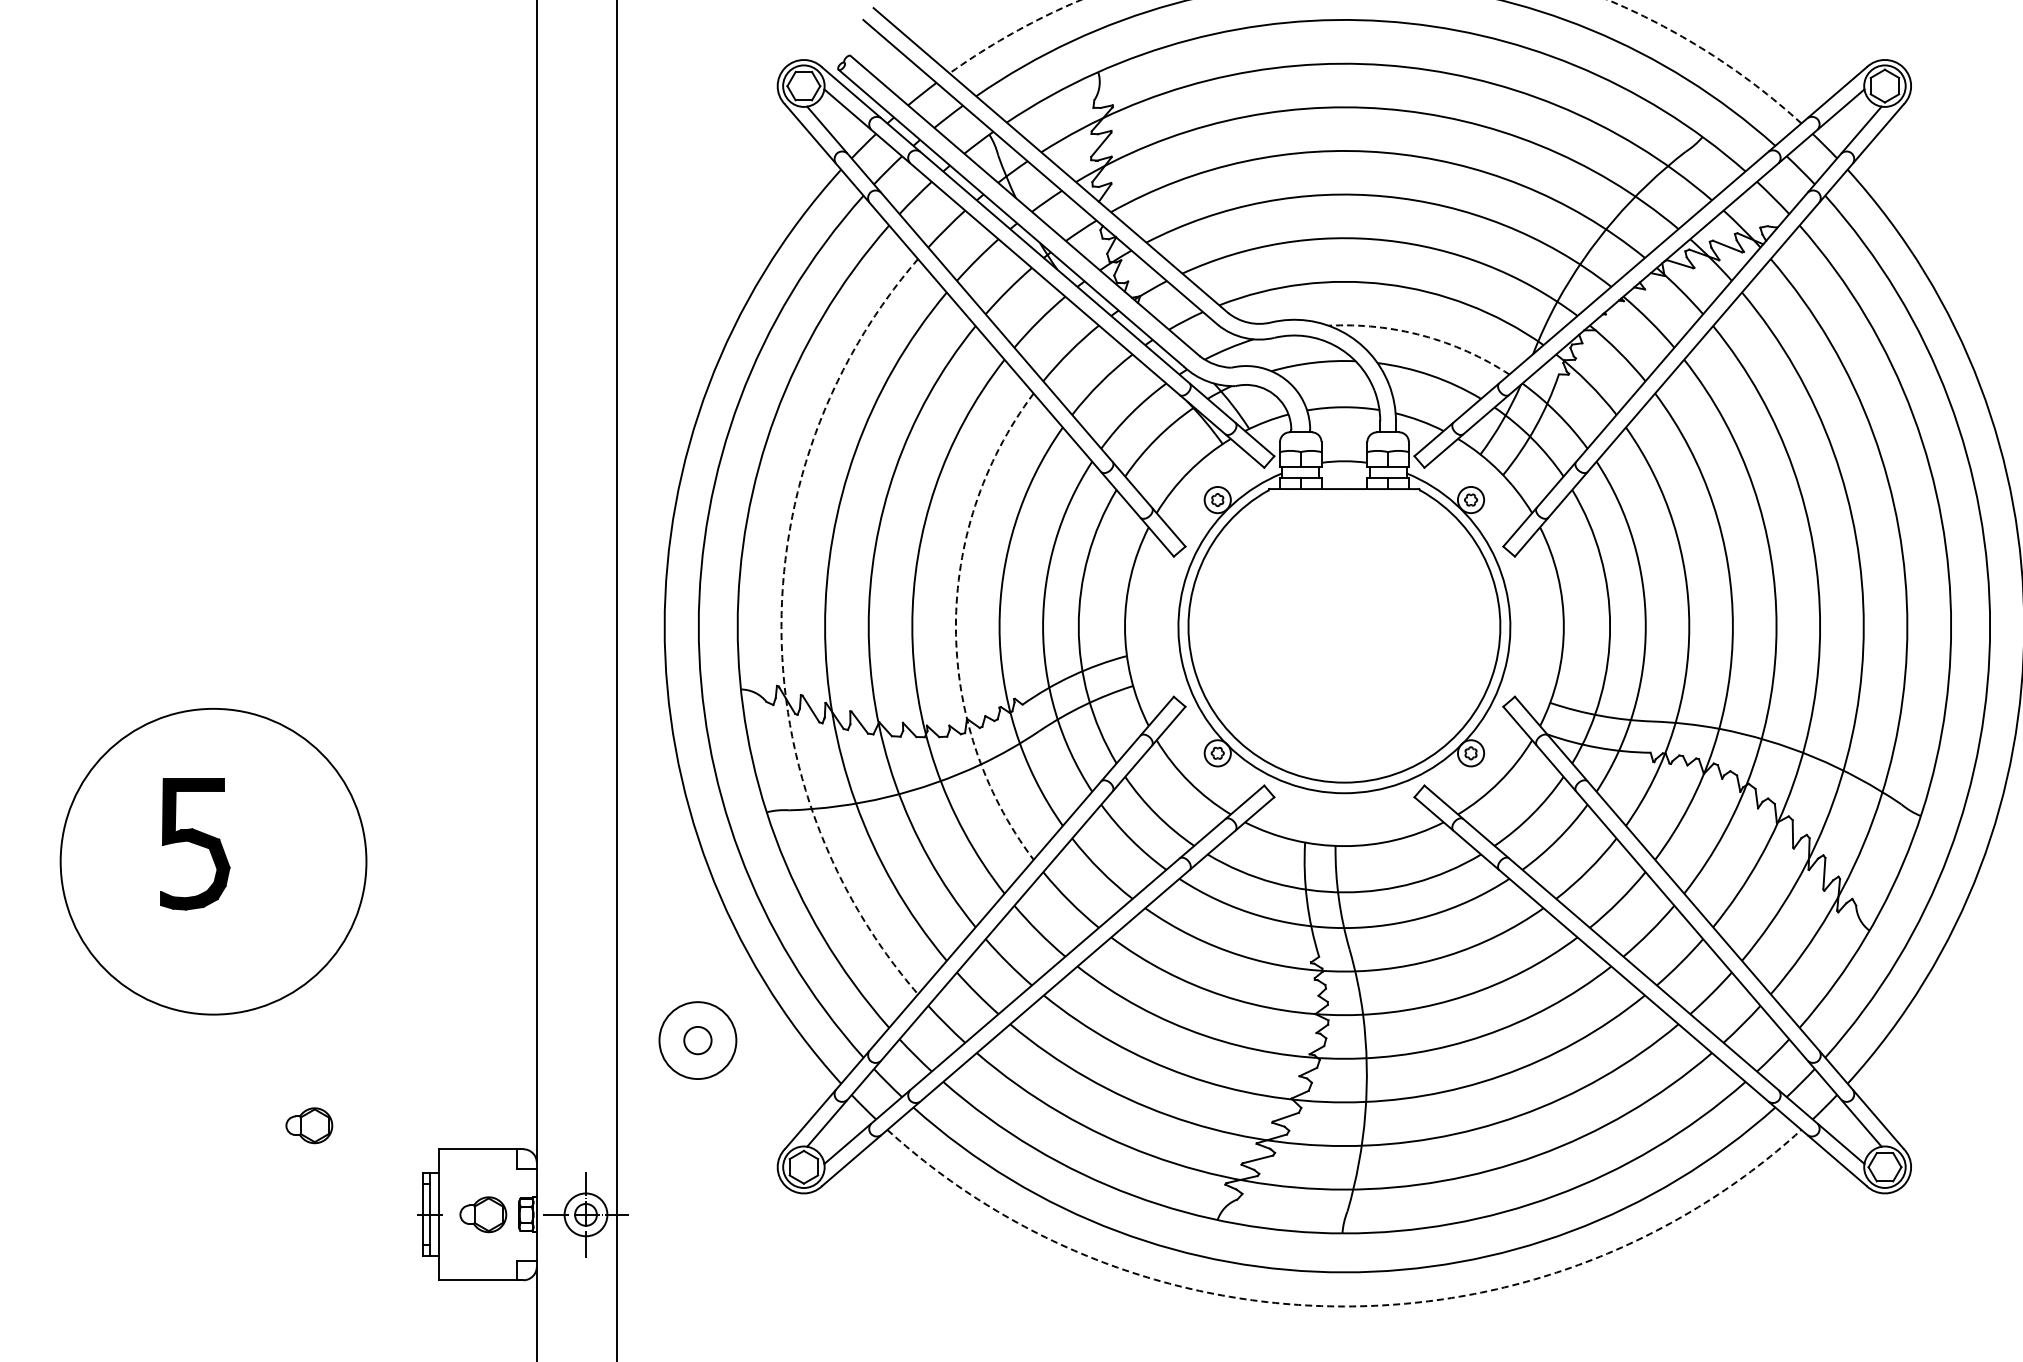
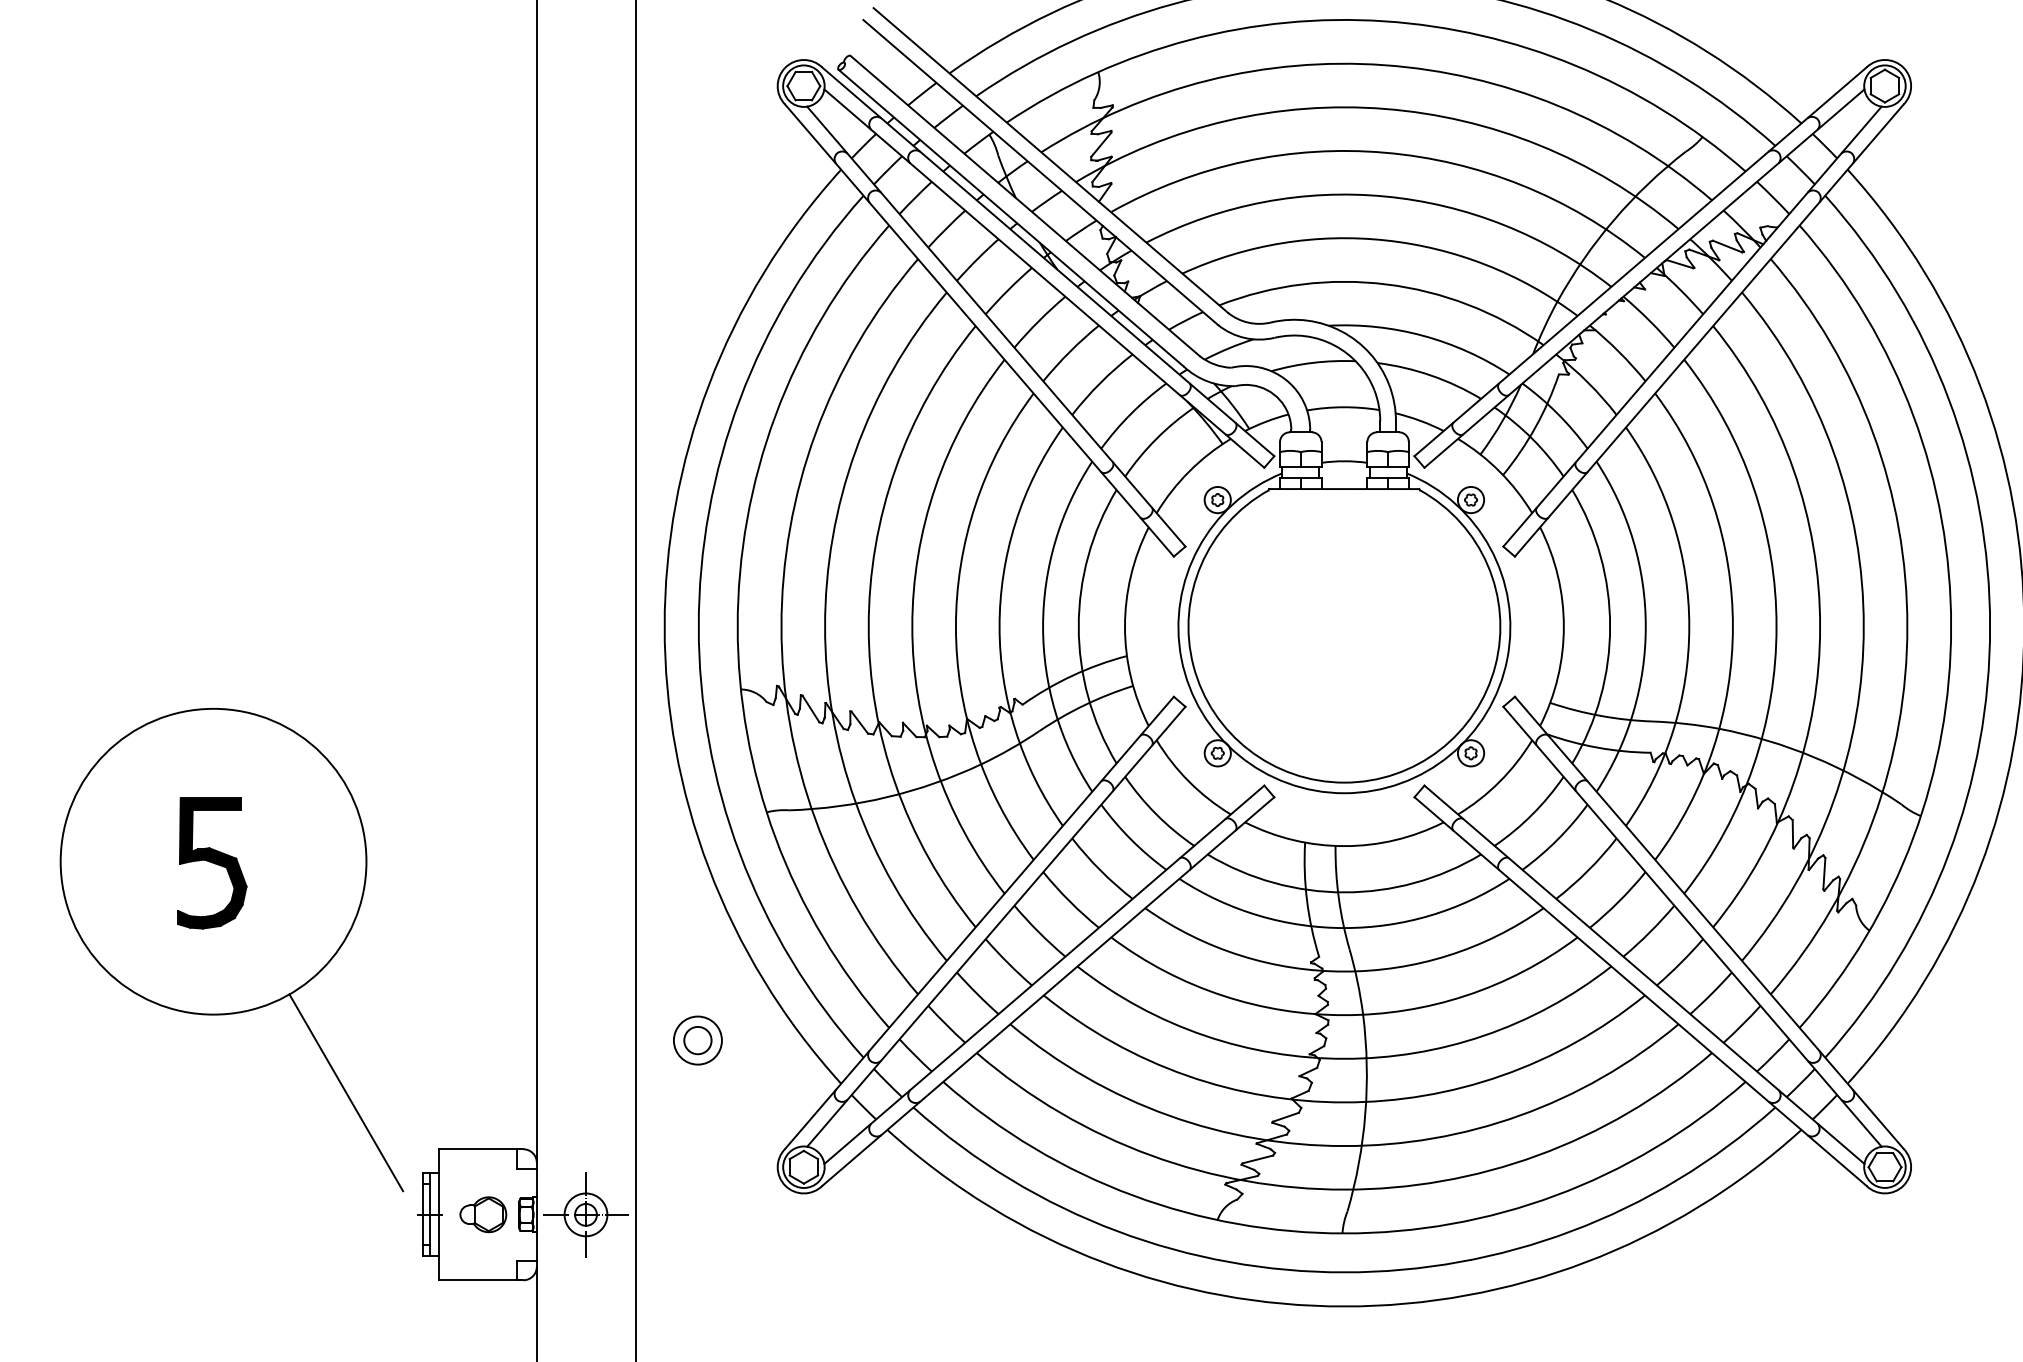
arc at (1643, 16): dashed -> solid
arc at (1422, 335): dashed -> solid
arc at (781, 626): dashed -> solid
arc at (955, 626): dashed -> solid
line at (616, 680) position: (616, 680) -> (635, 680)
part at (195, 844) position: (195, 844) -> (212, 863)
circle at (697, 1040) diameter: 77 px -> 48 px
line at (346, 1092): none -> present
part at (309, 1125): present -> none
arc at (1344, 1306): dashed -> solid
